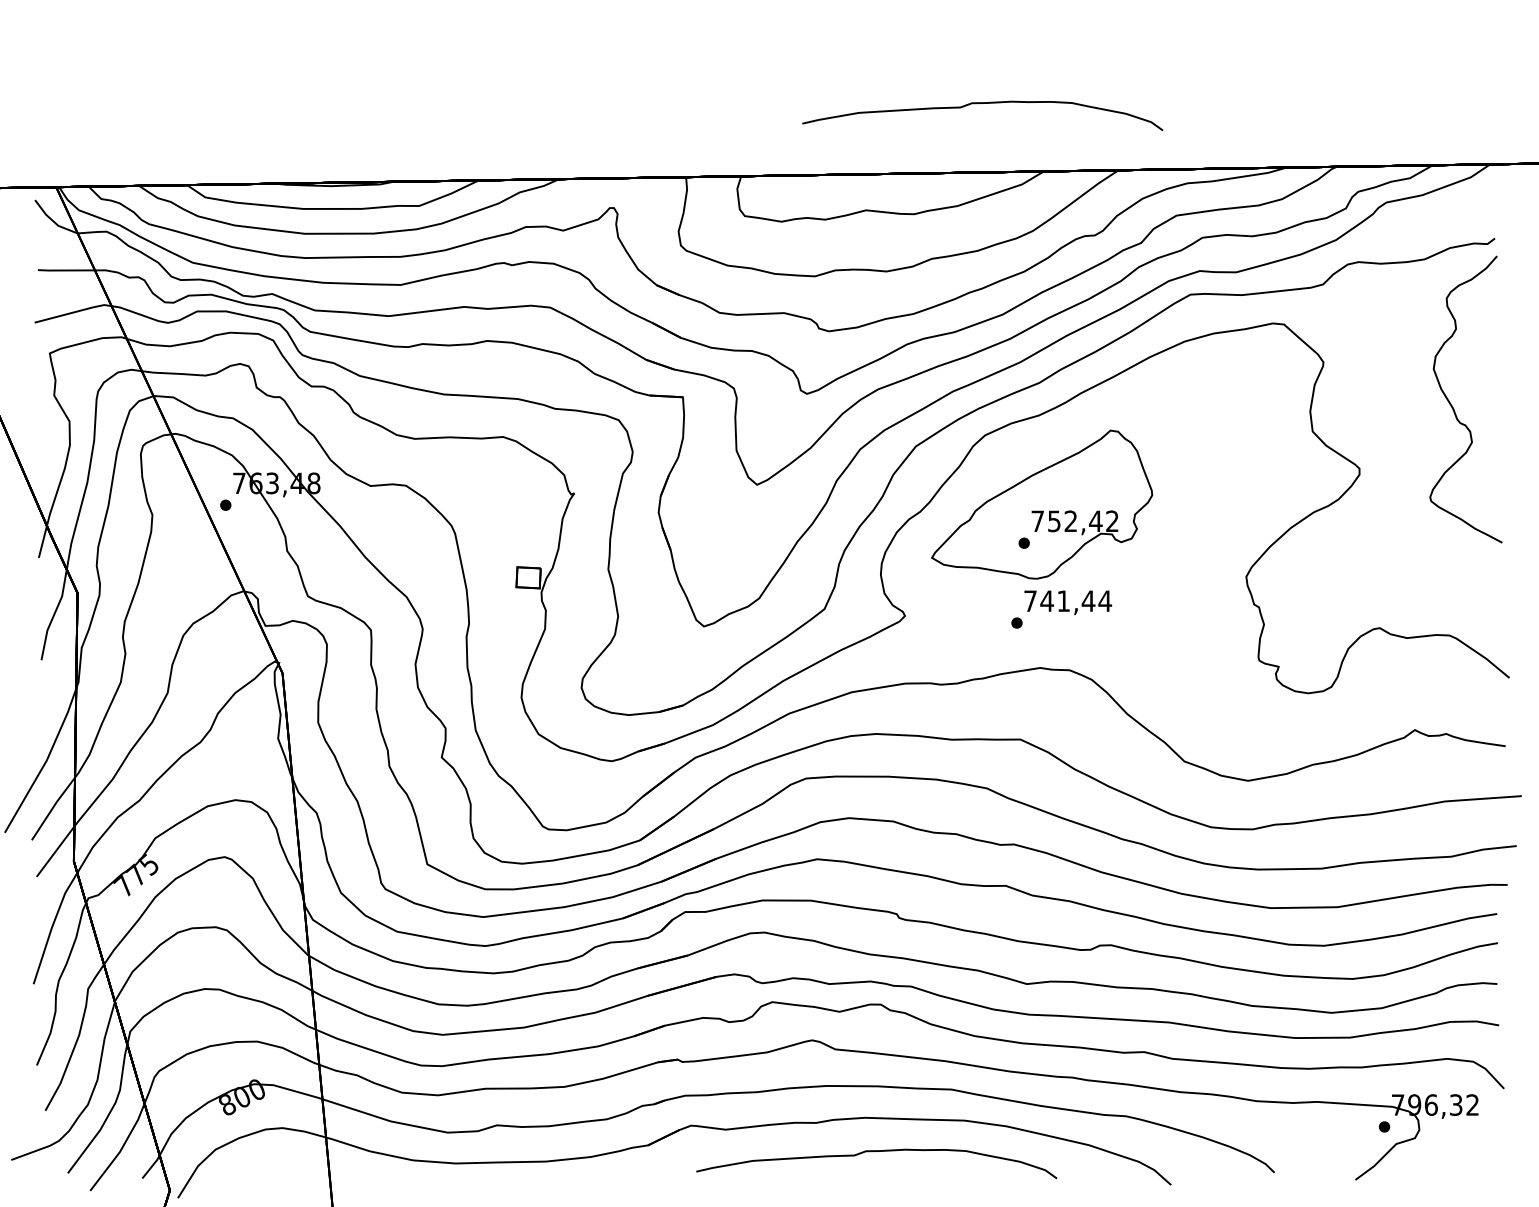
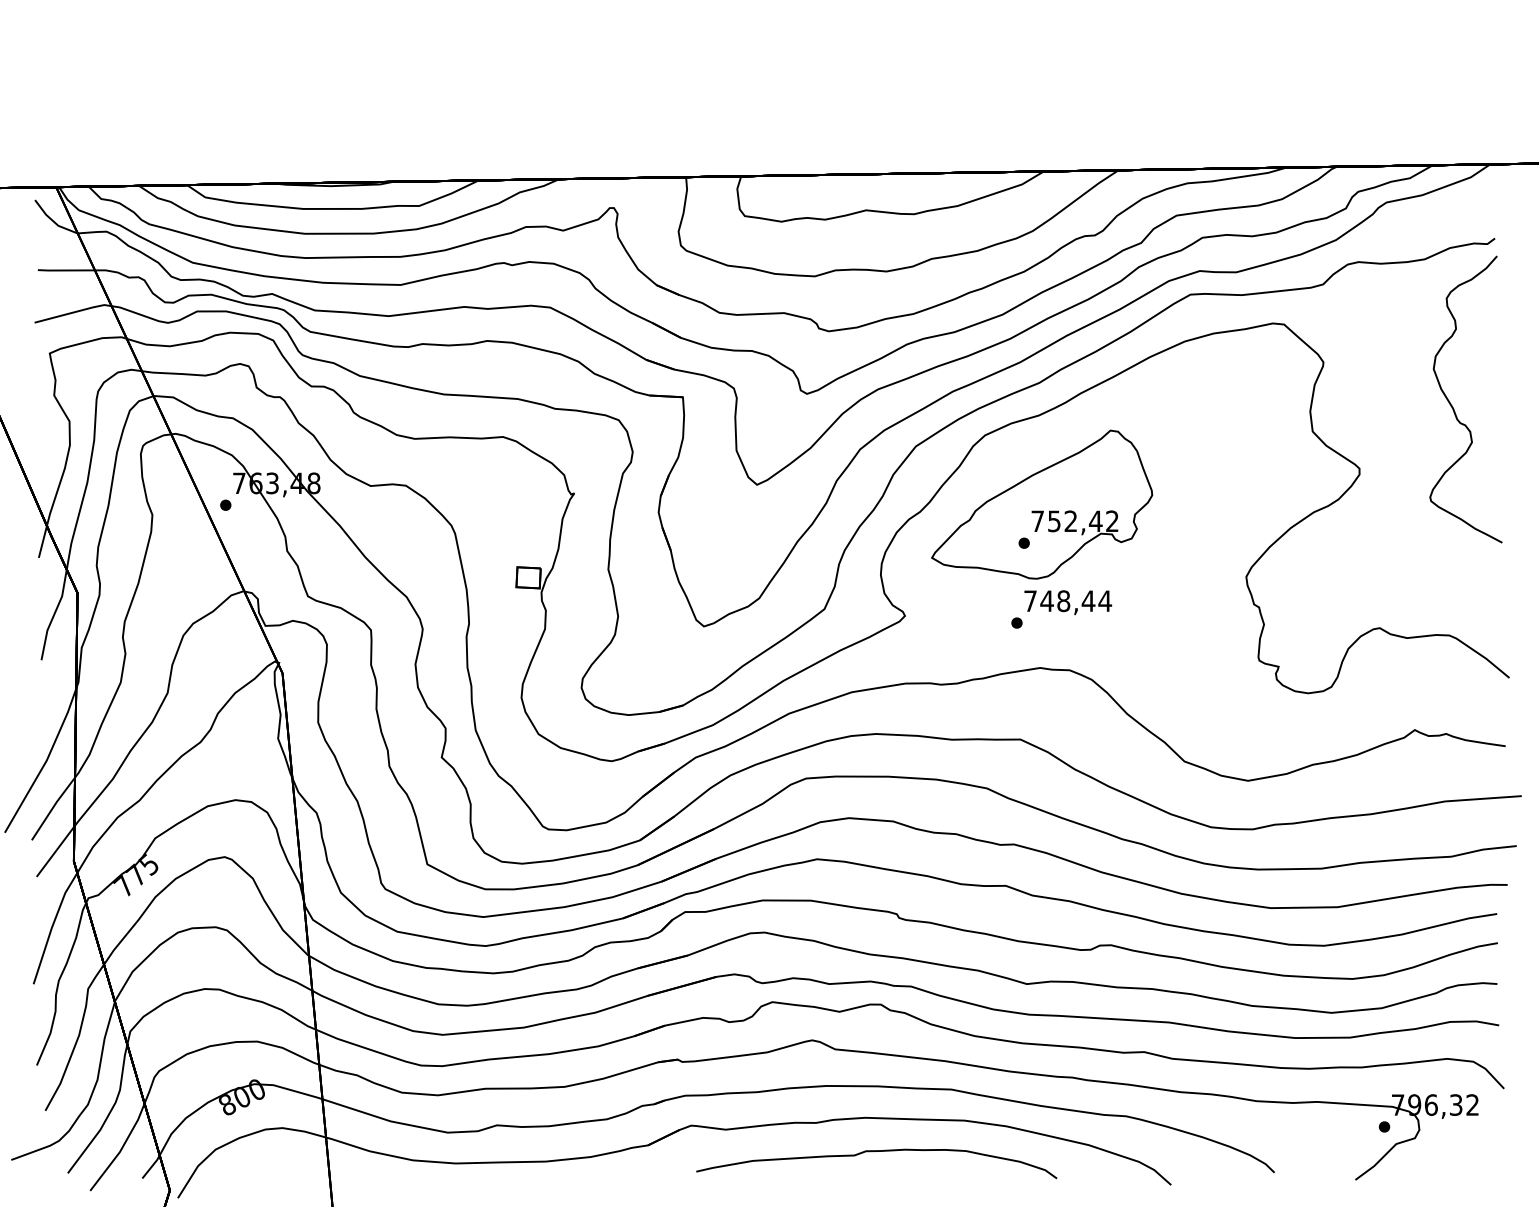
part at (982, 103): present -> none
text at (1063, 601): 741,44 -> 748,44
